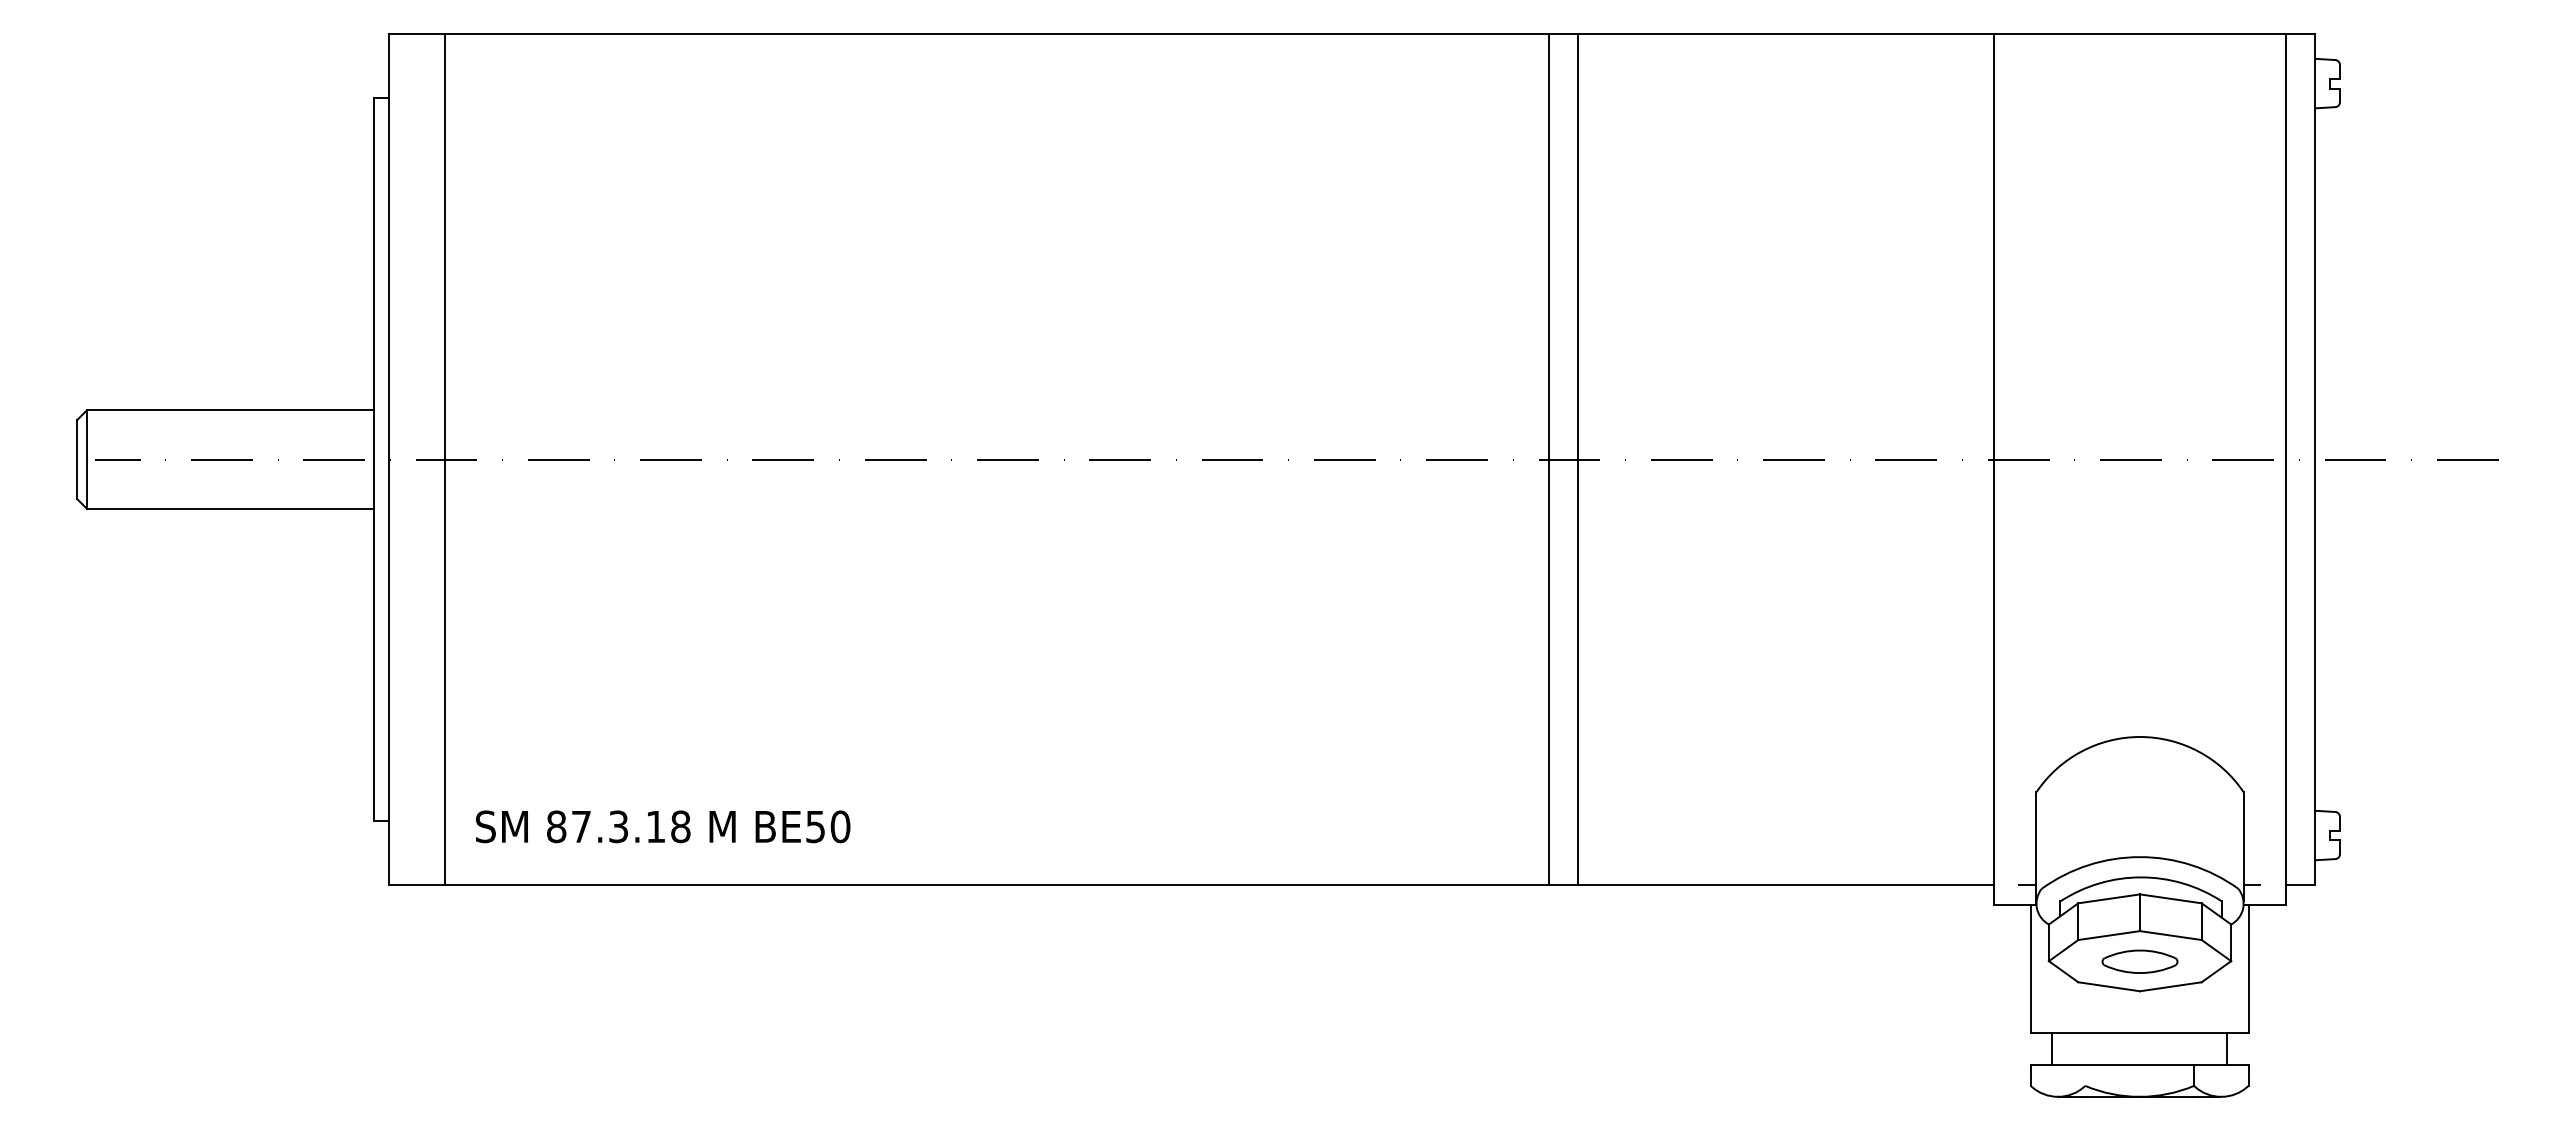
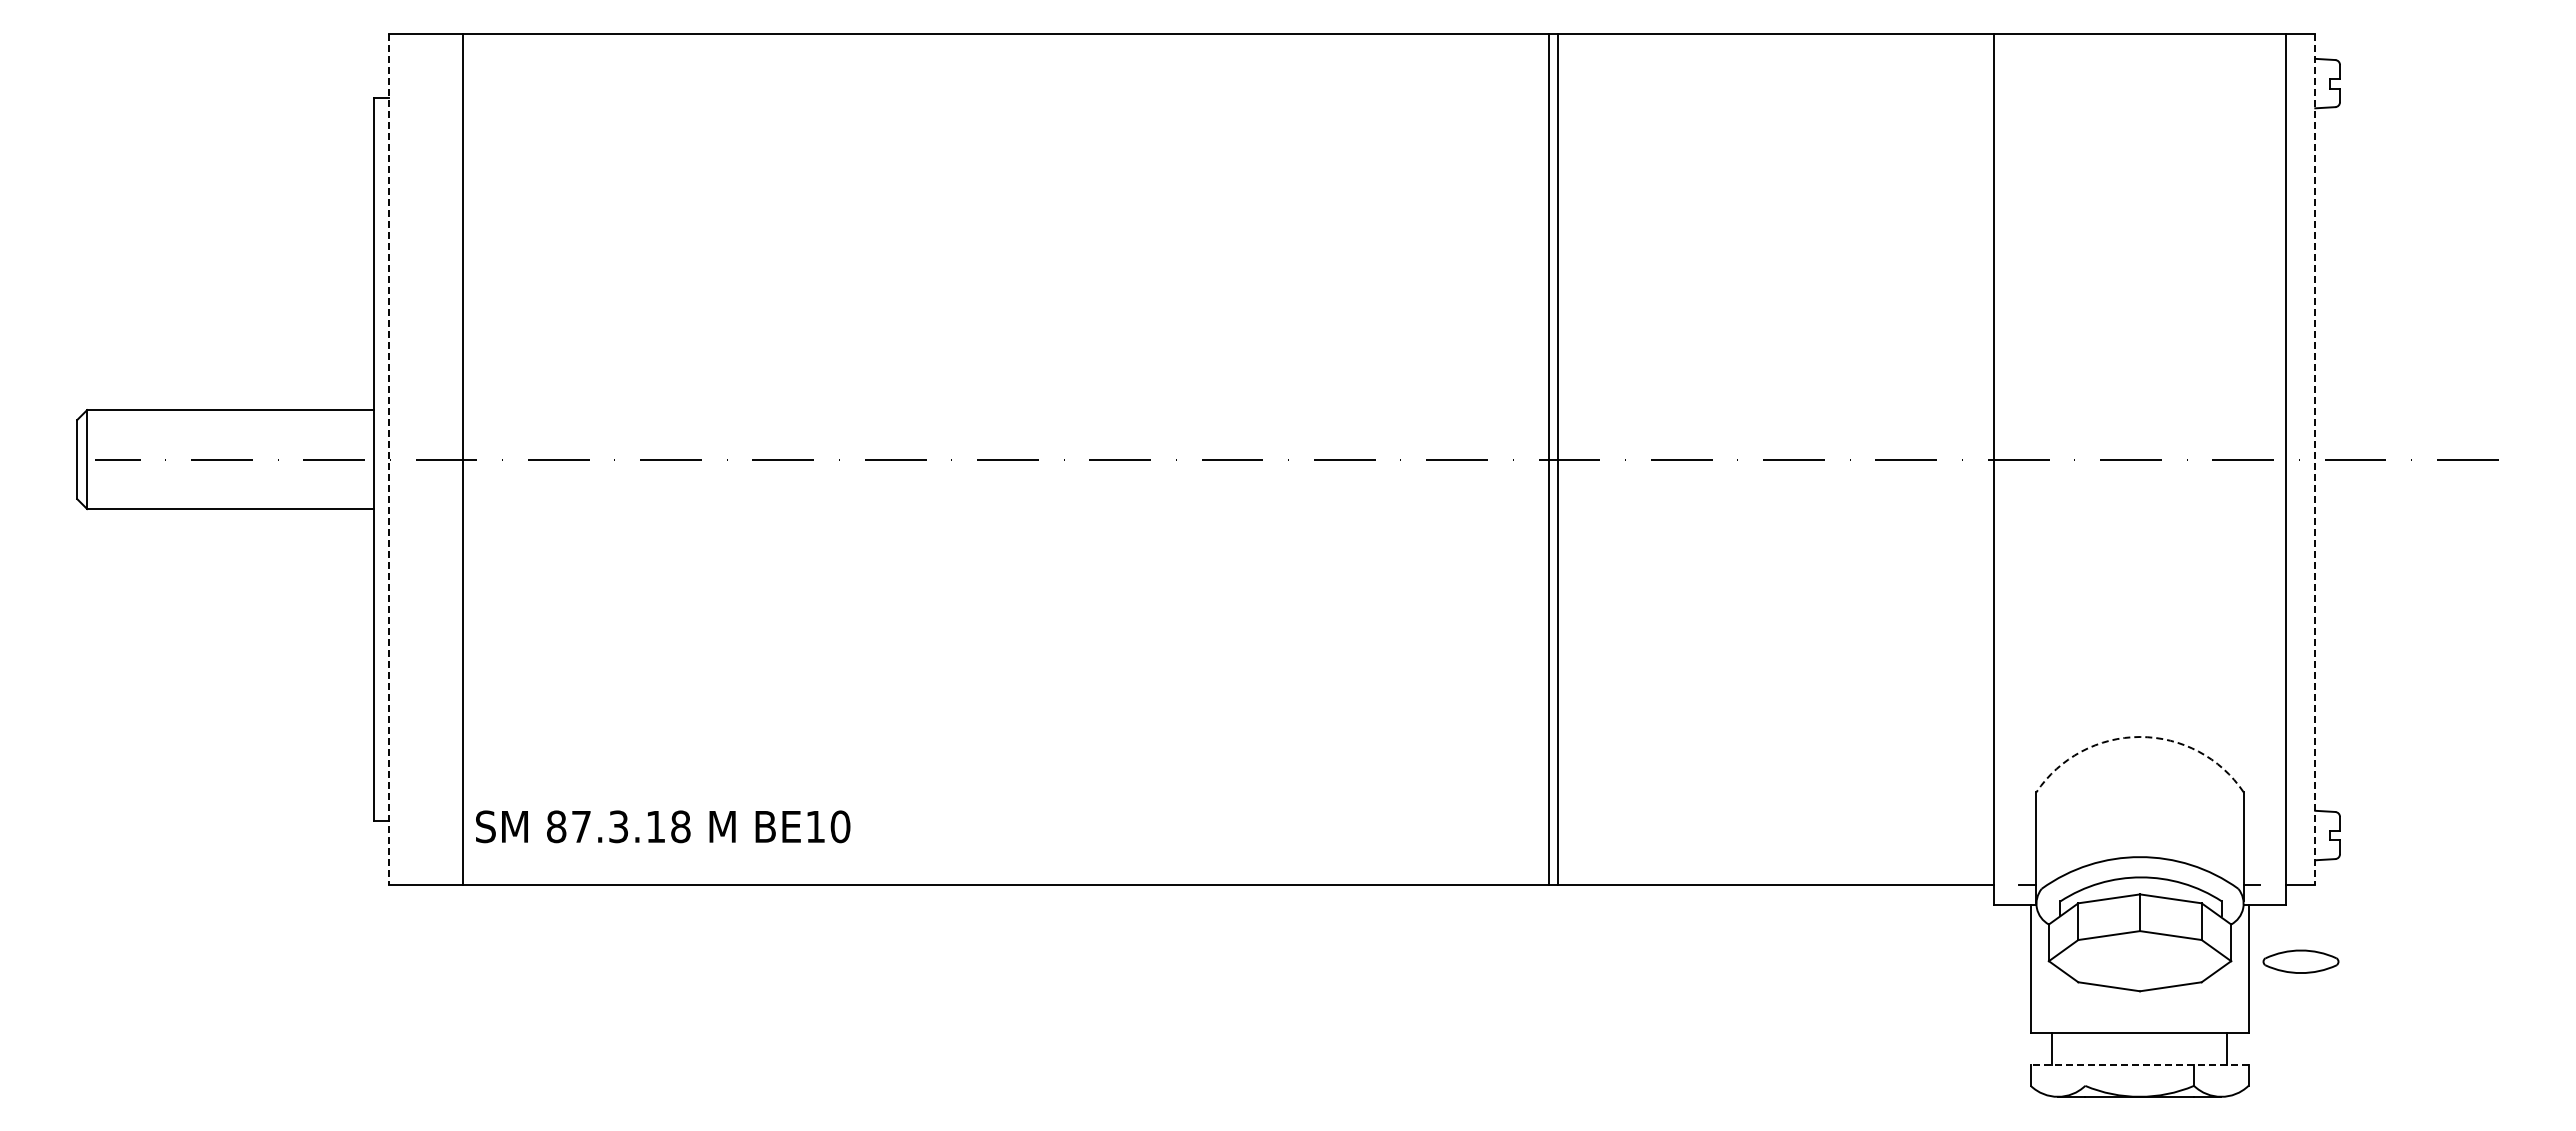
line at (445, 459) position: (445, 459) -> (463, 459)
line at (1578, 459) position: (1578, 459) -> (1558, 459)
line at (388, 460): solid -> dashed
line at (2315, 460): solid -> dashed
arc at (2140, 737): solid -> dashed
text at (815, 827): BE50 -> BE10
part at (2139, 961) position: (2139, 961) -> (2300, 961)
line at (2139, 1064): solid -> dashed
